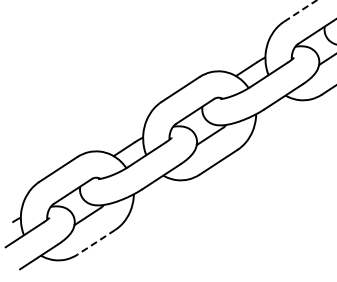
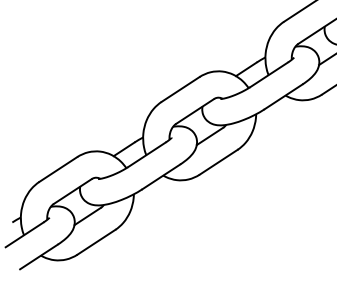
line at (300, 11): dashed -> solid
line at (96, 242): dashed -> solid
